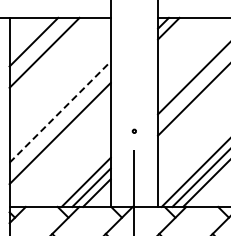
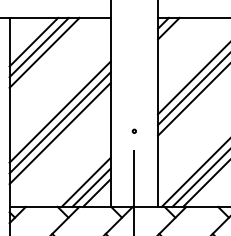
line at (38, 47): none -> present
line at (192, 90): none -> present
line at (60, 112): dashed -> solid
line at (59, 122): none -> present
